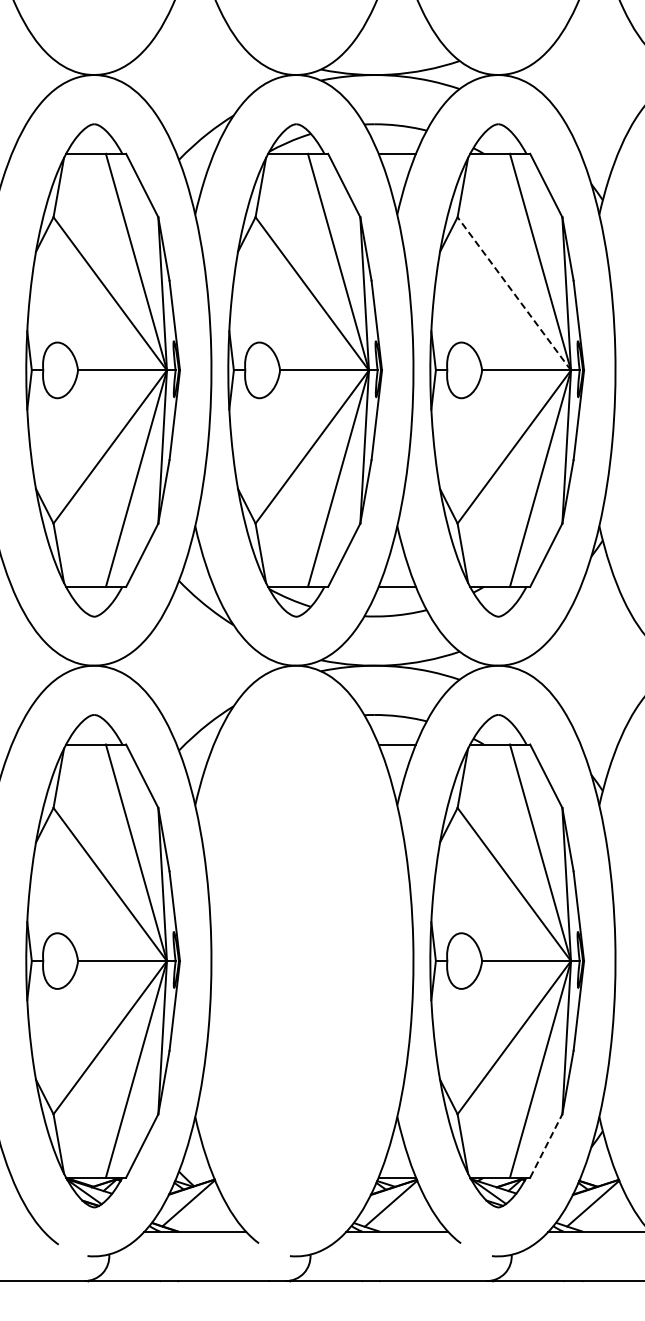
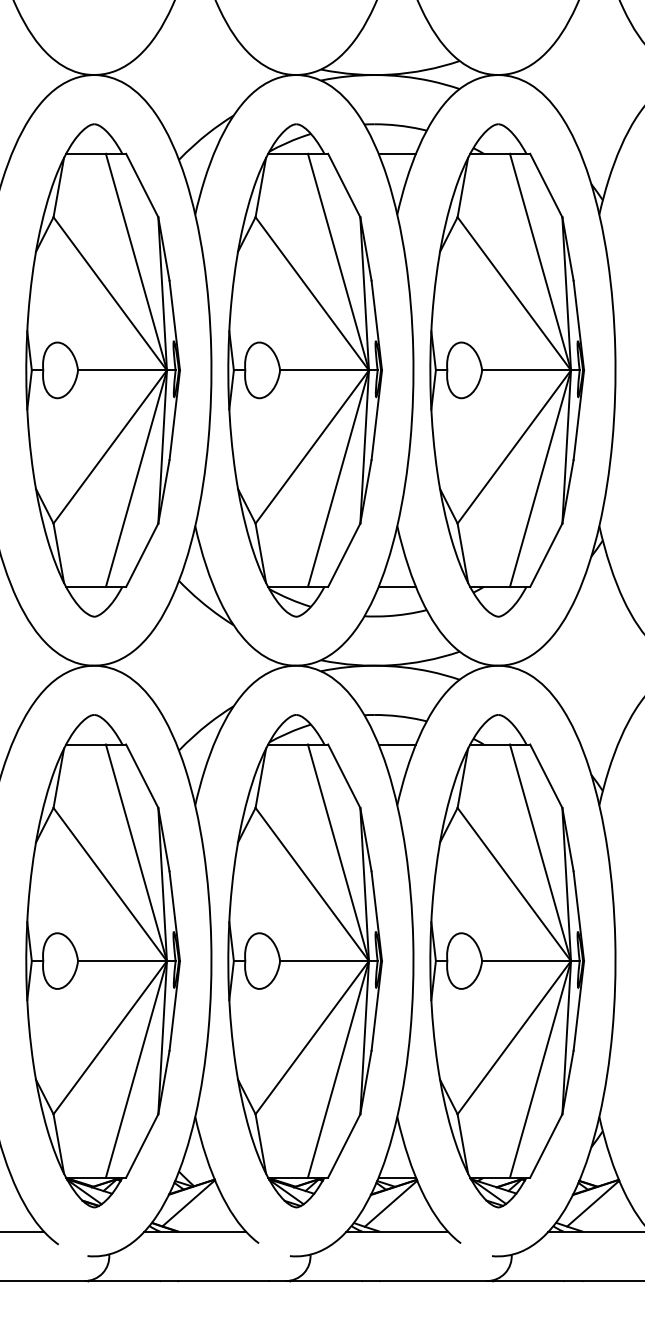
line at (514, 293): dashed -> solid
part at (304, 961): none -> present
line at (546, 1145): dashed -> solid
line at (23, 1231): none -> present
